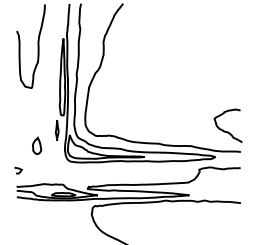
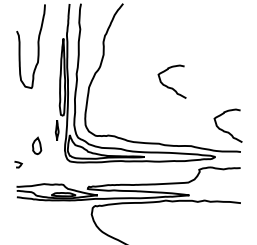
curve at (169, 86): none -> present
curve at (18, 169) position: (18, 169) -> (18, 163)
